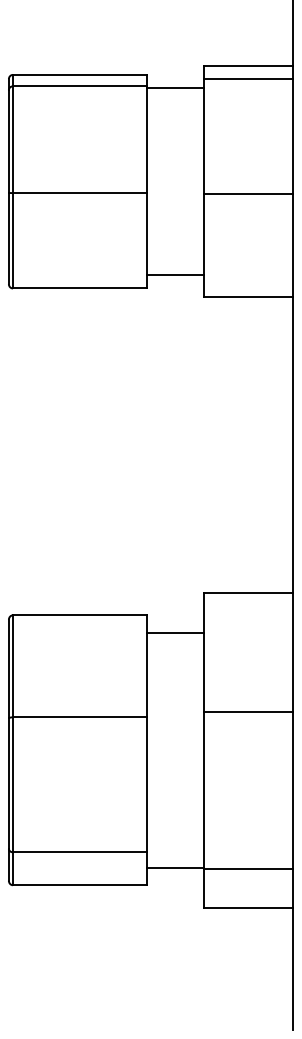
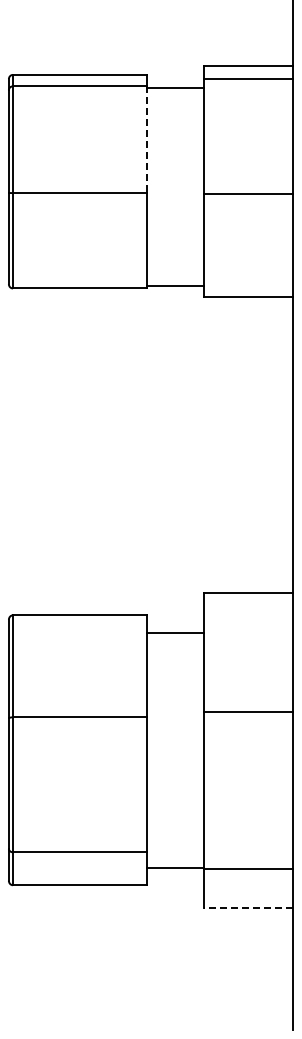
line at (146, 140): solid -> dashed
line at (174, 275) position: (174, 275) -> (174, 286)
line at (248, 907): solid -> dashed
